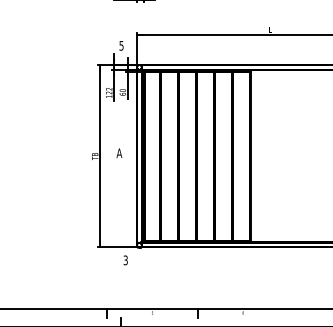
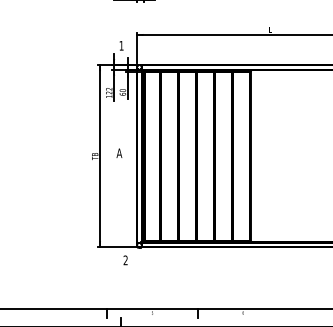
text at (121, 45): 5 -> 1
text at (125, 260): 3 -> 2
